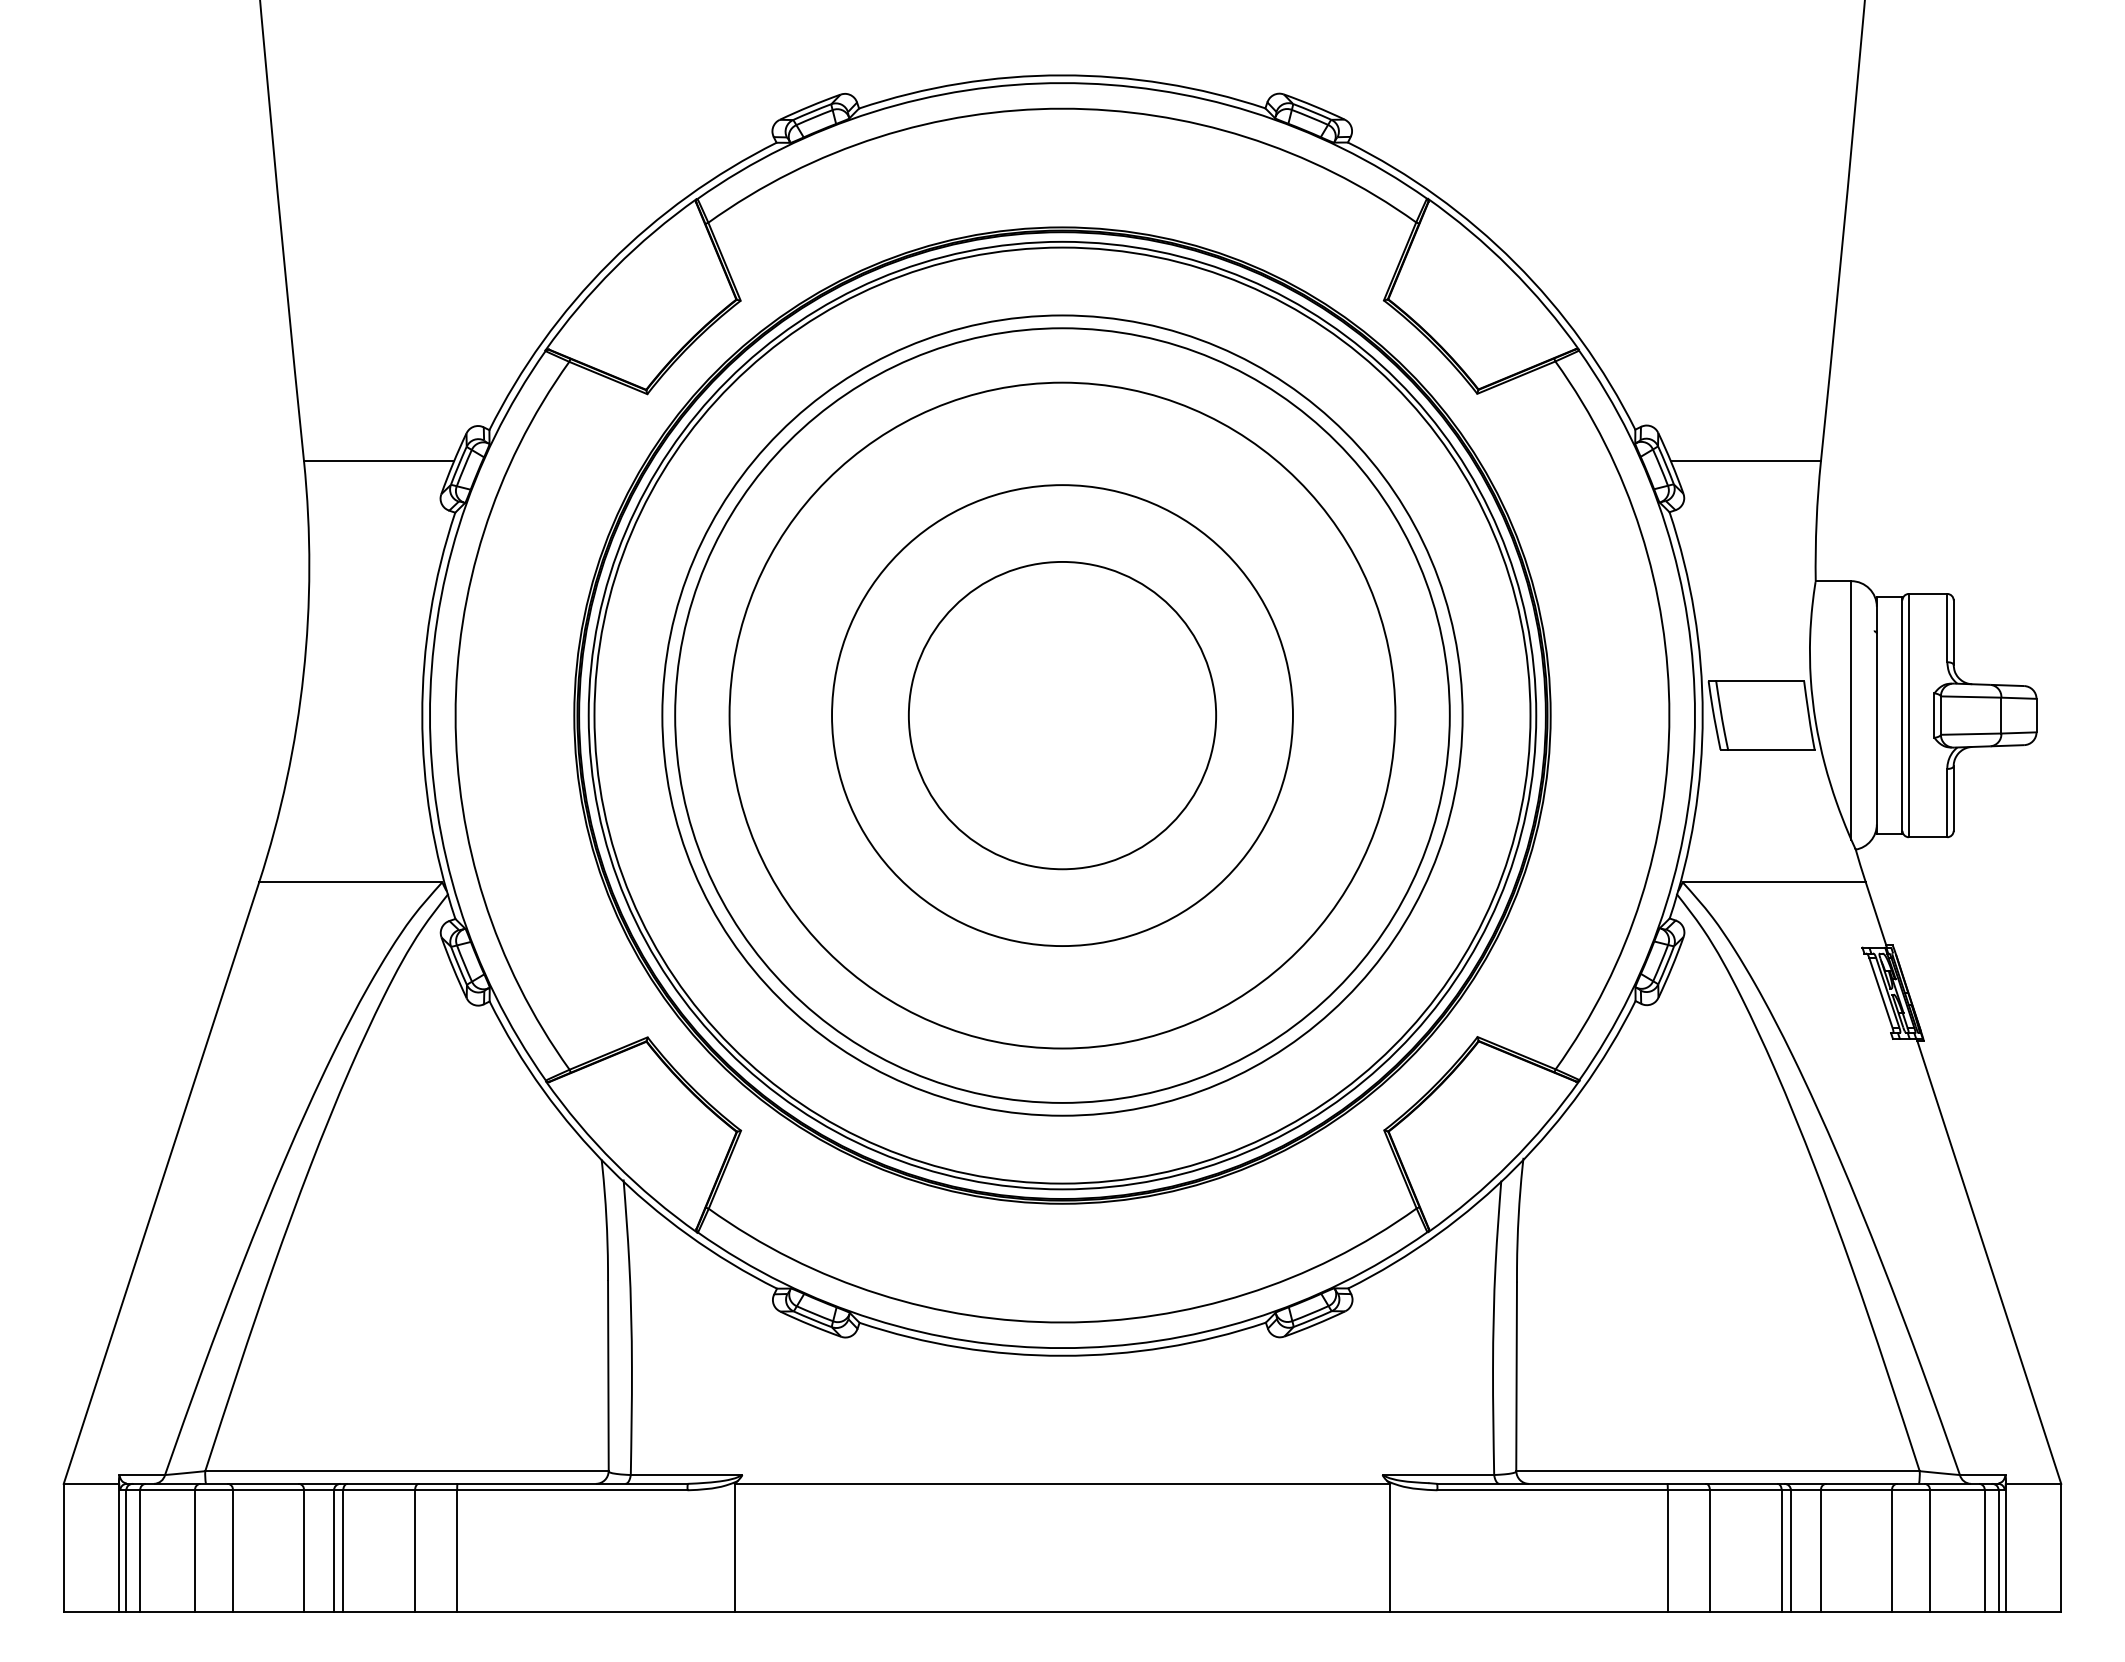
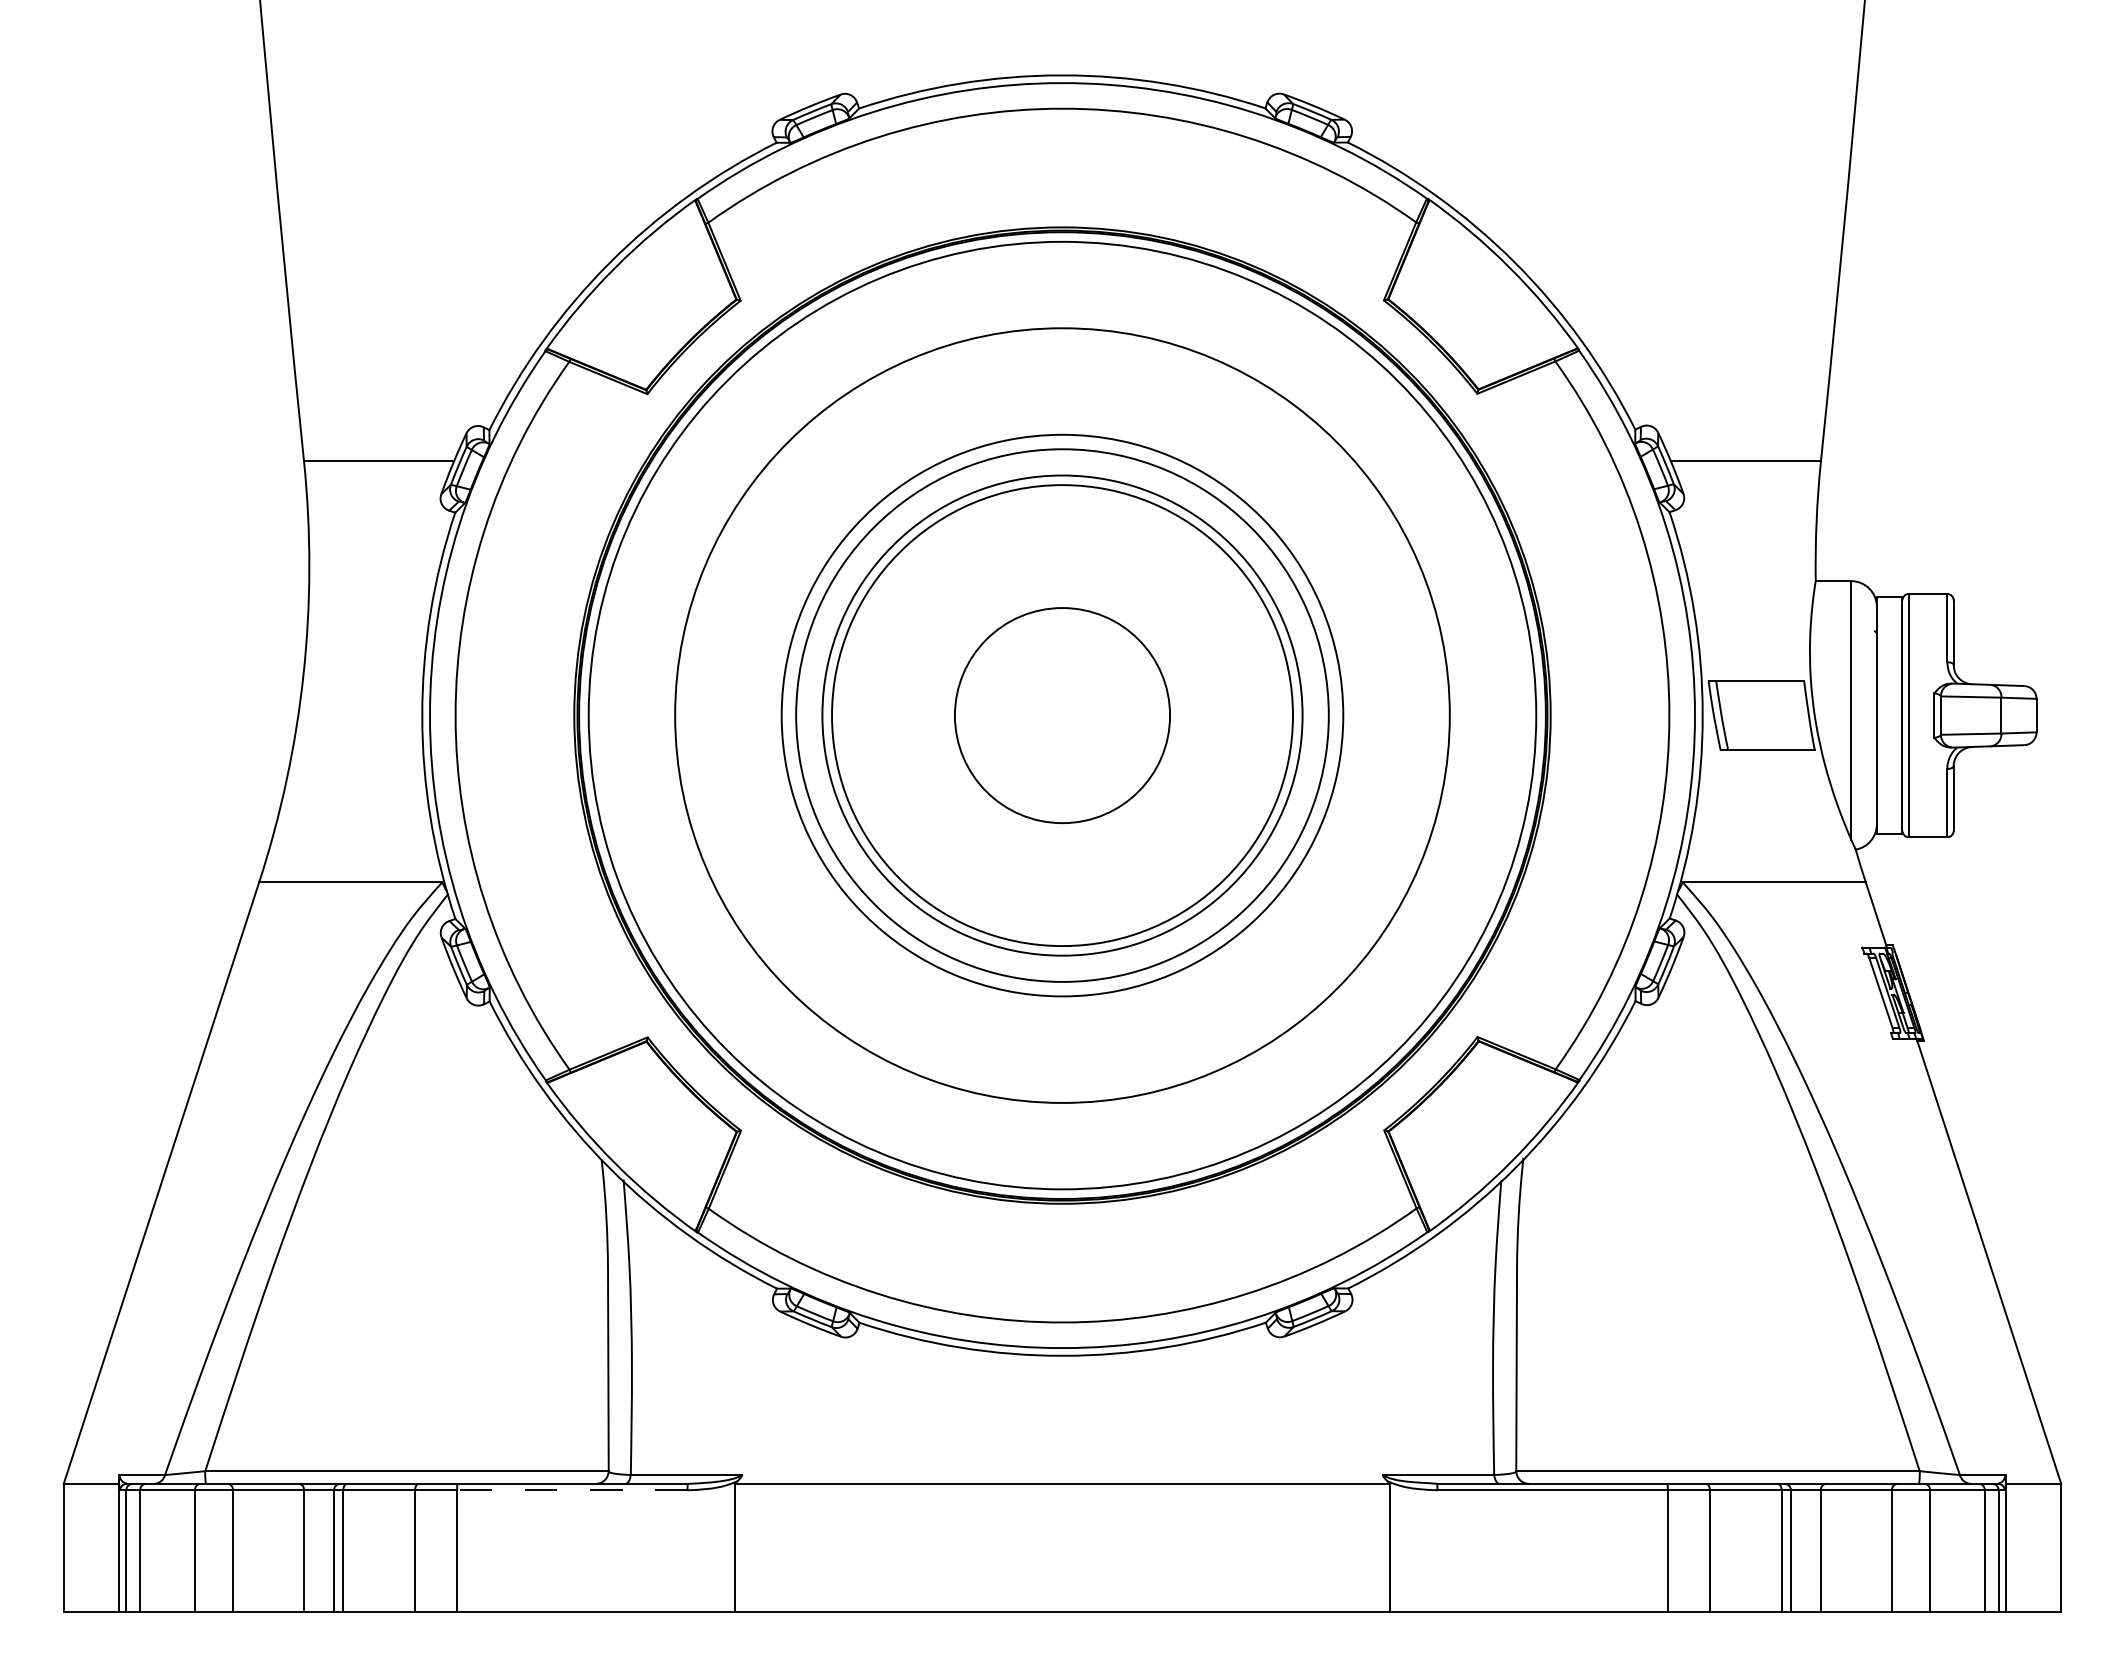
circle at (1062, 715) diameter: 307 px -> 215 px
circle at (1062, 715) diameter: 666 px -> 533 px
circle at (1062, 715) diameter: 800 px -> 480 px
circle at (1062, 715) diameter: 936 px -> 562 px
line at (571, 1490): solid -> dashed
